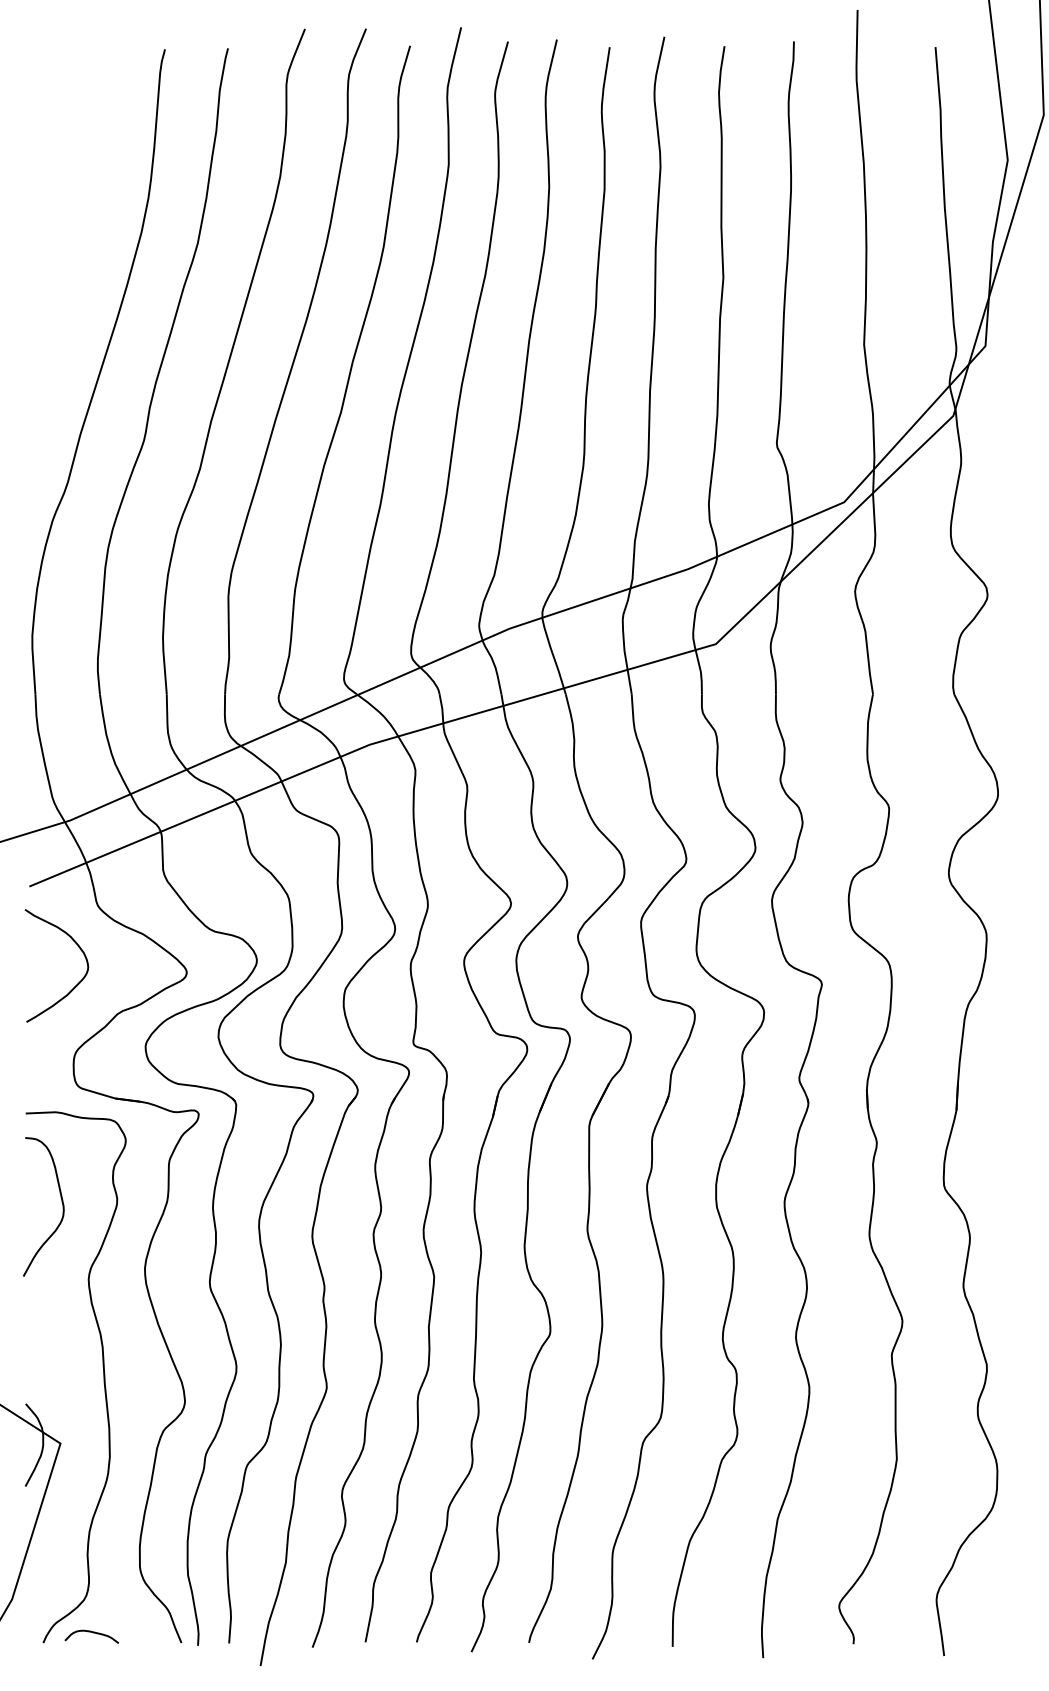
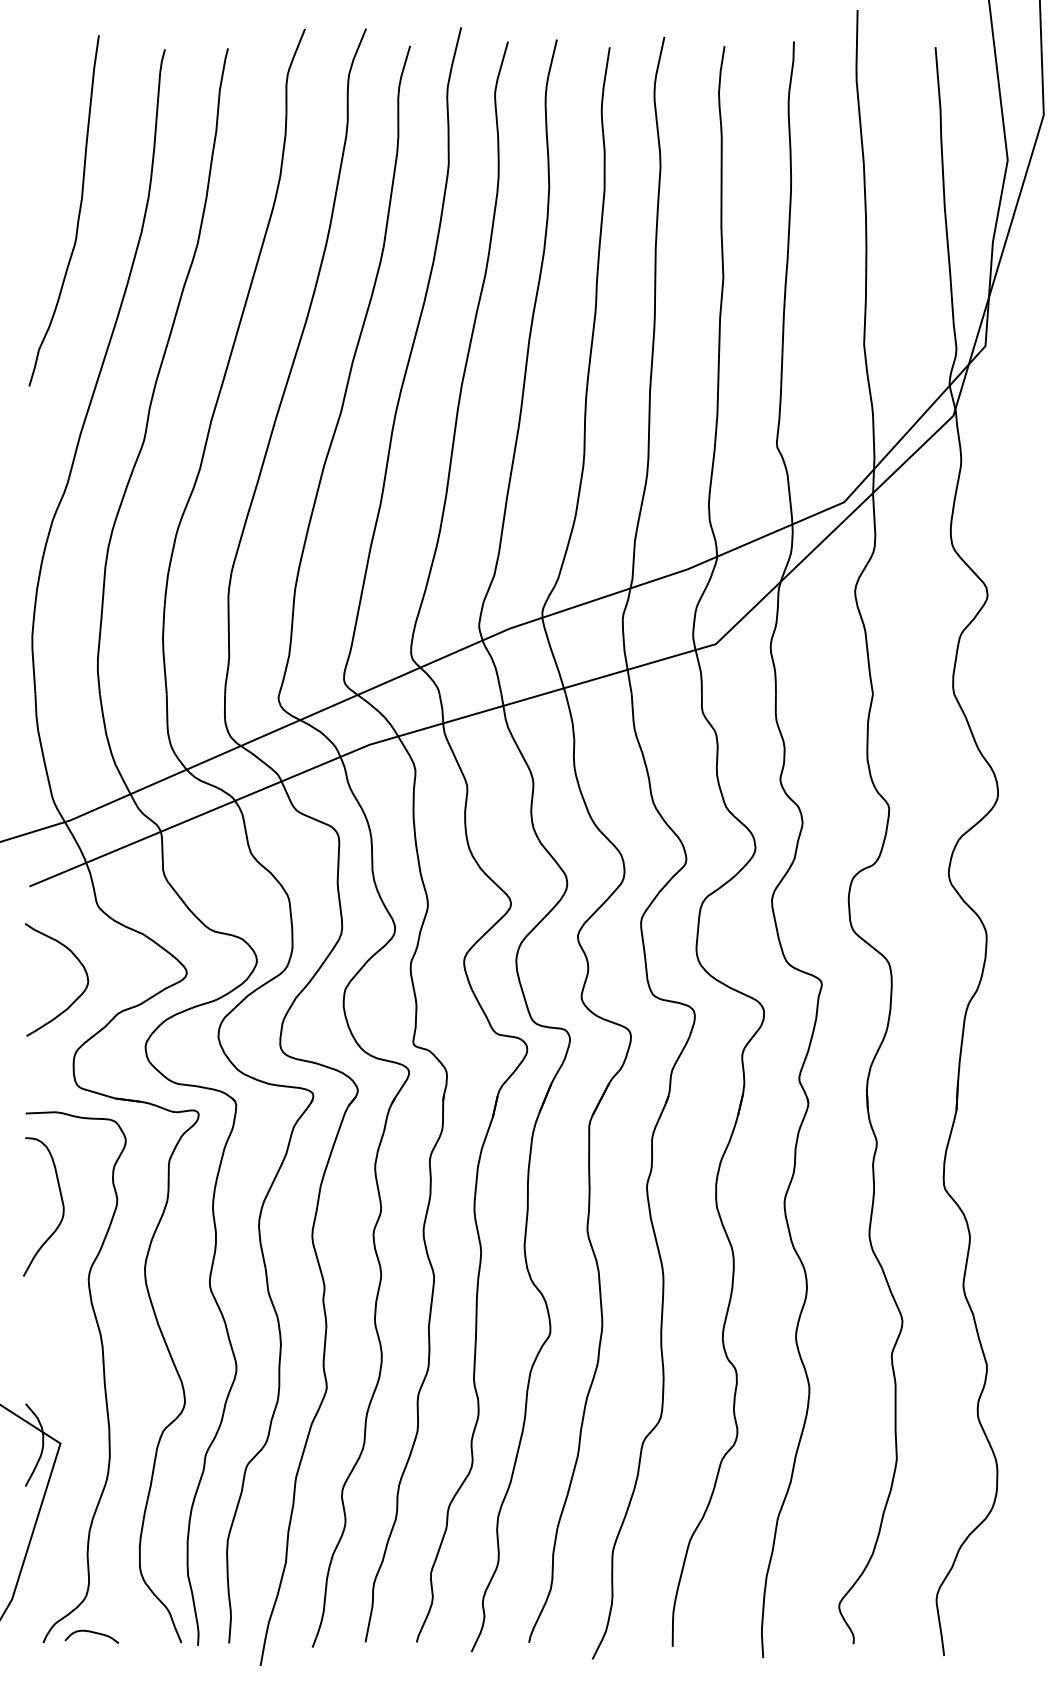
curve at (78, 212): none -> present
curve at (76, 984) position: (76, 984) -> (76, 998)
